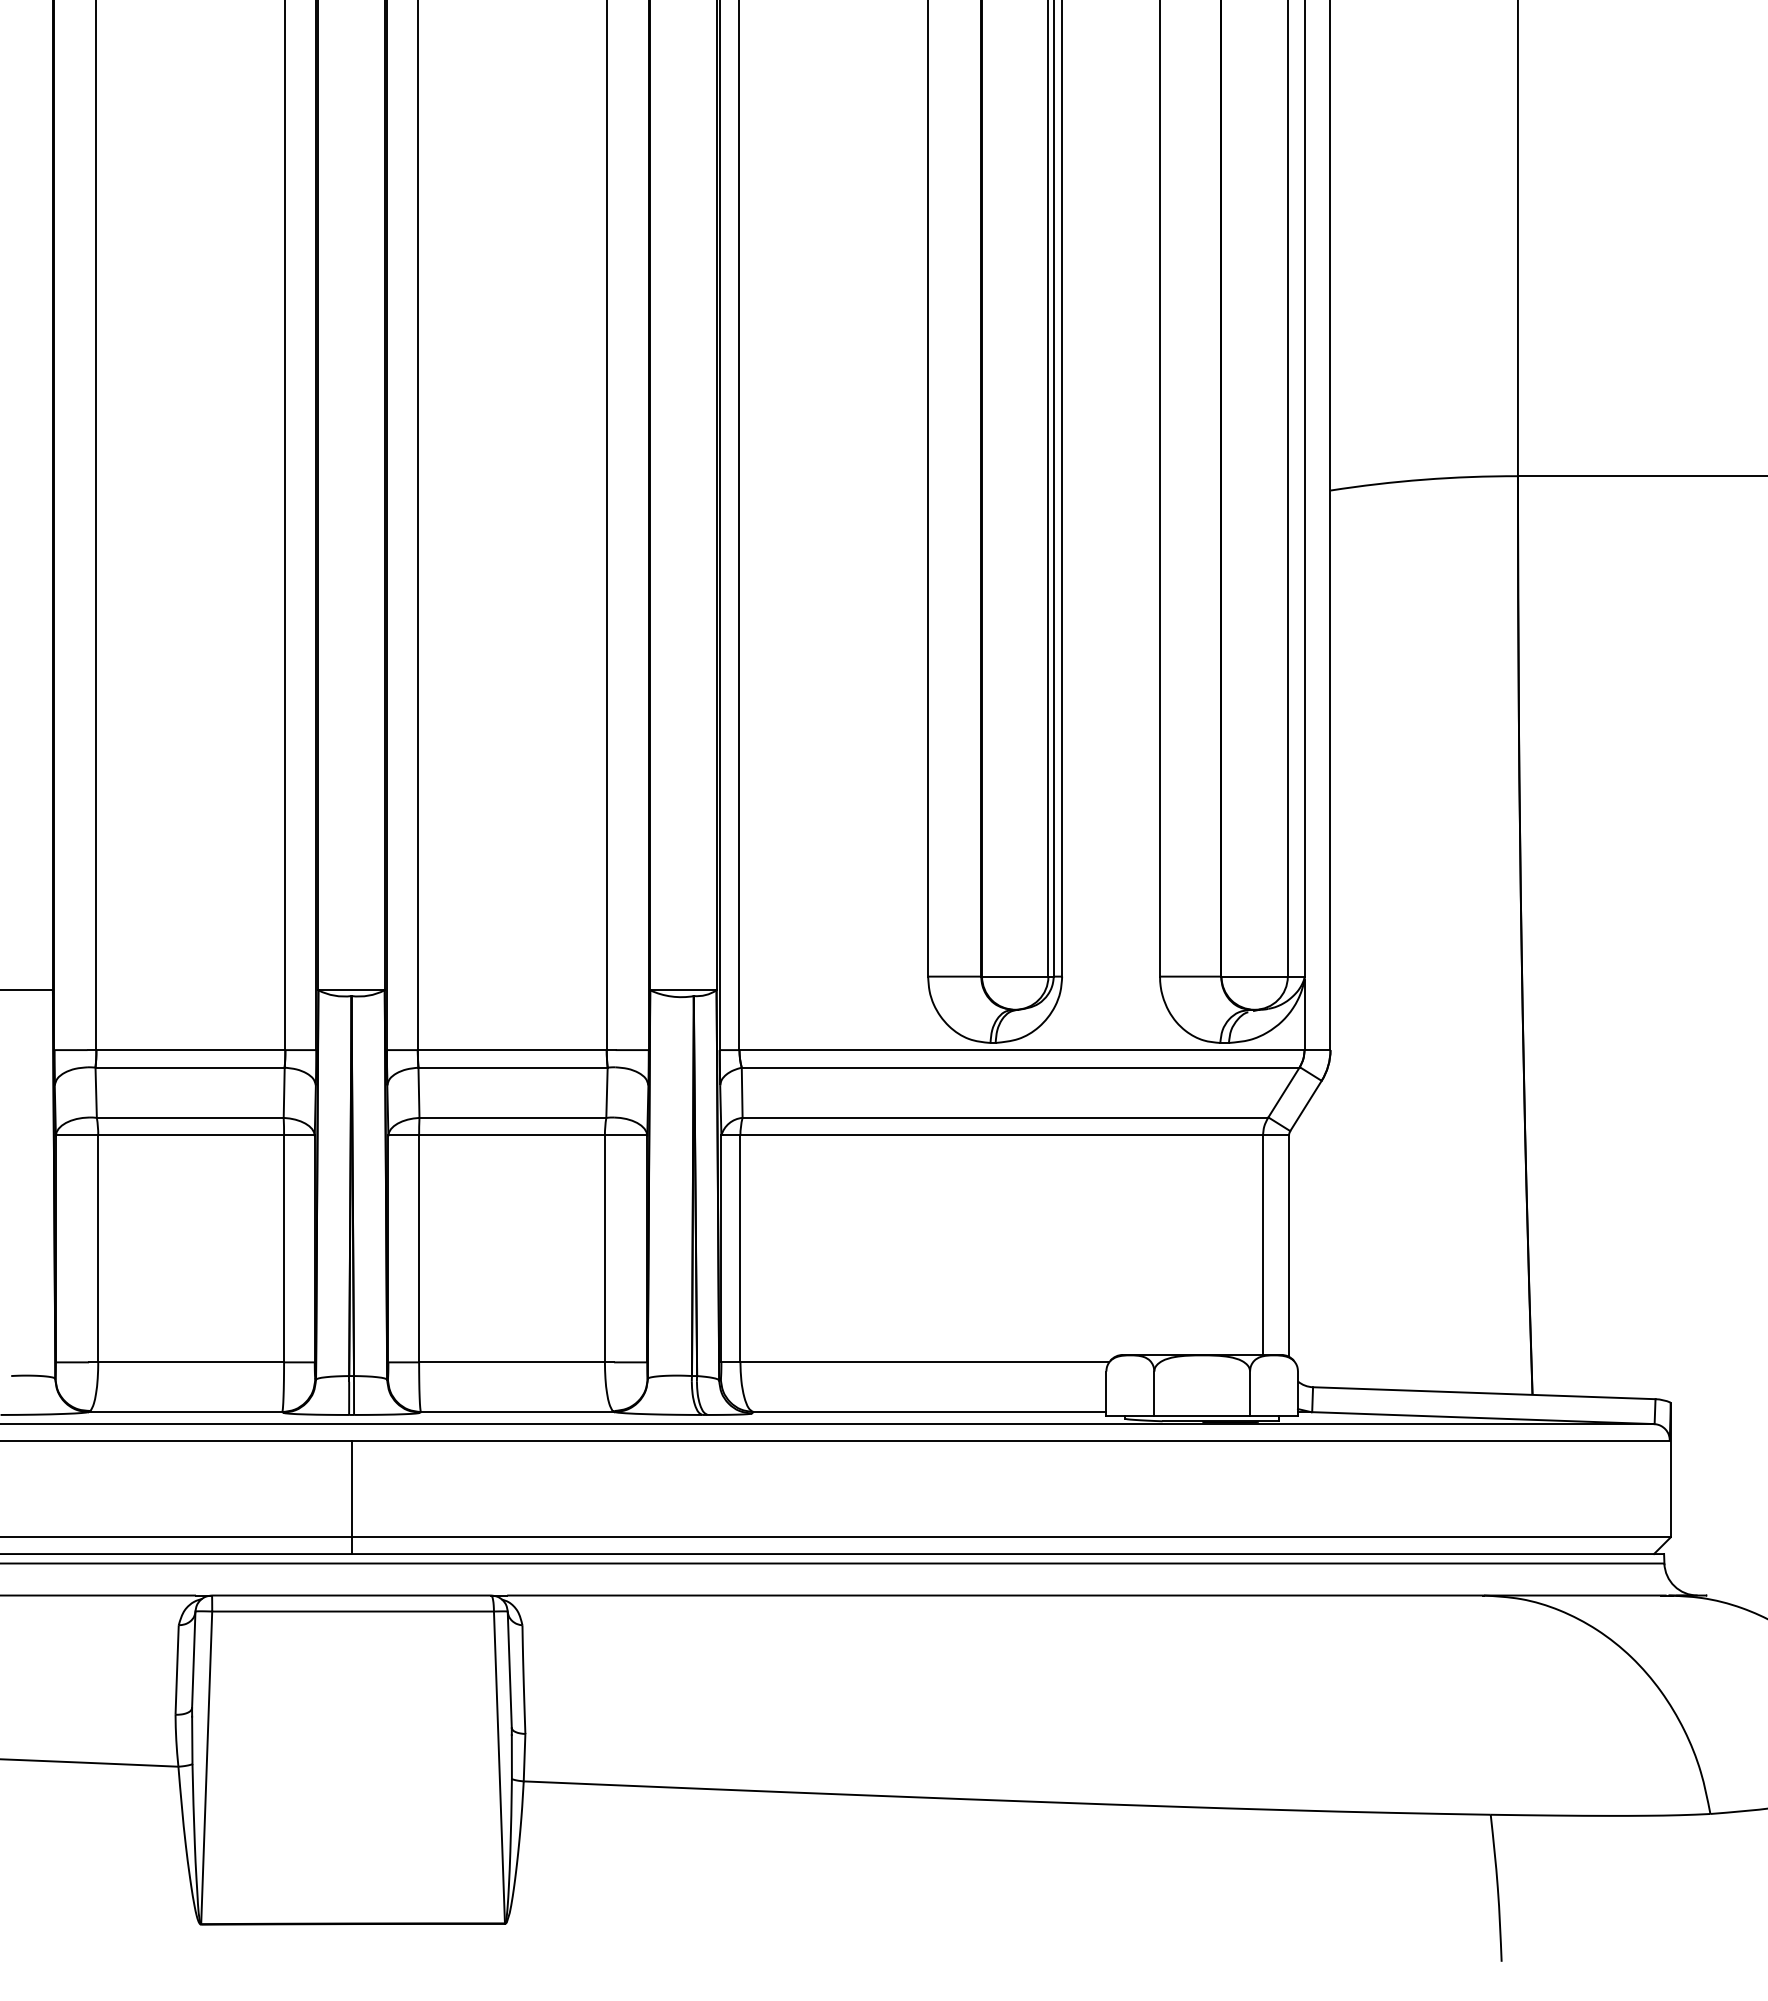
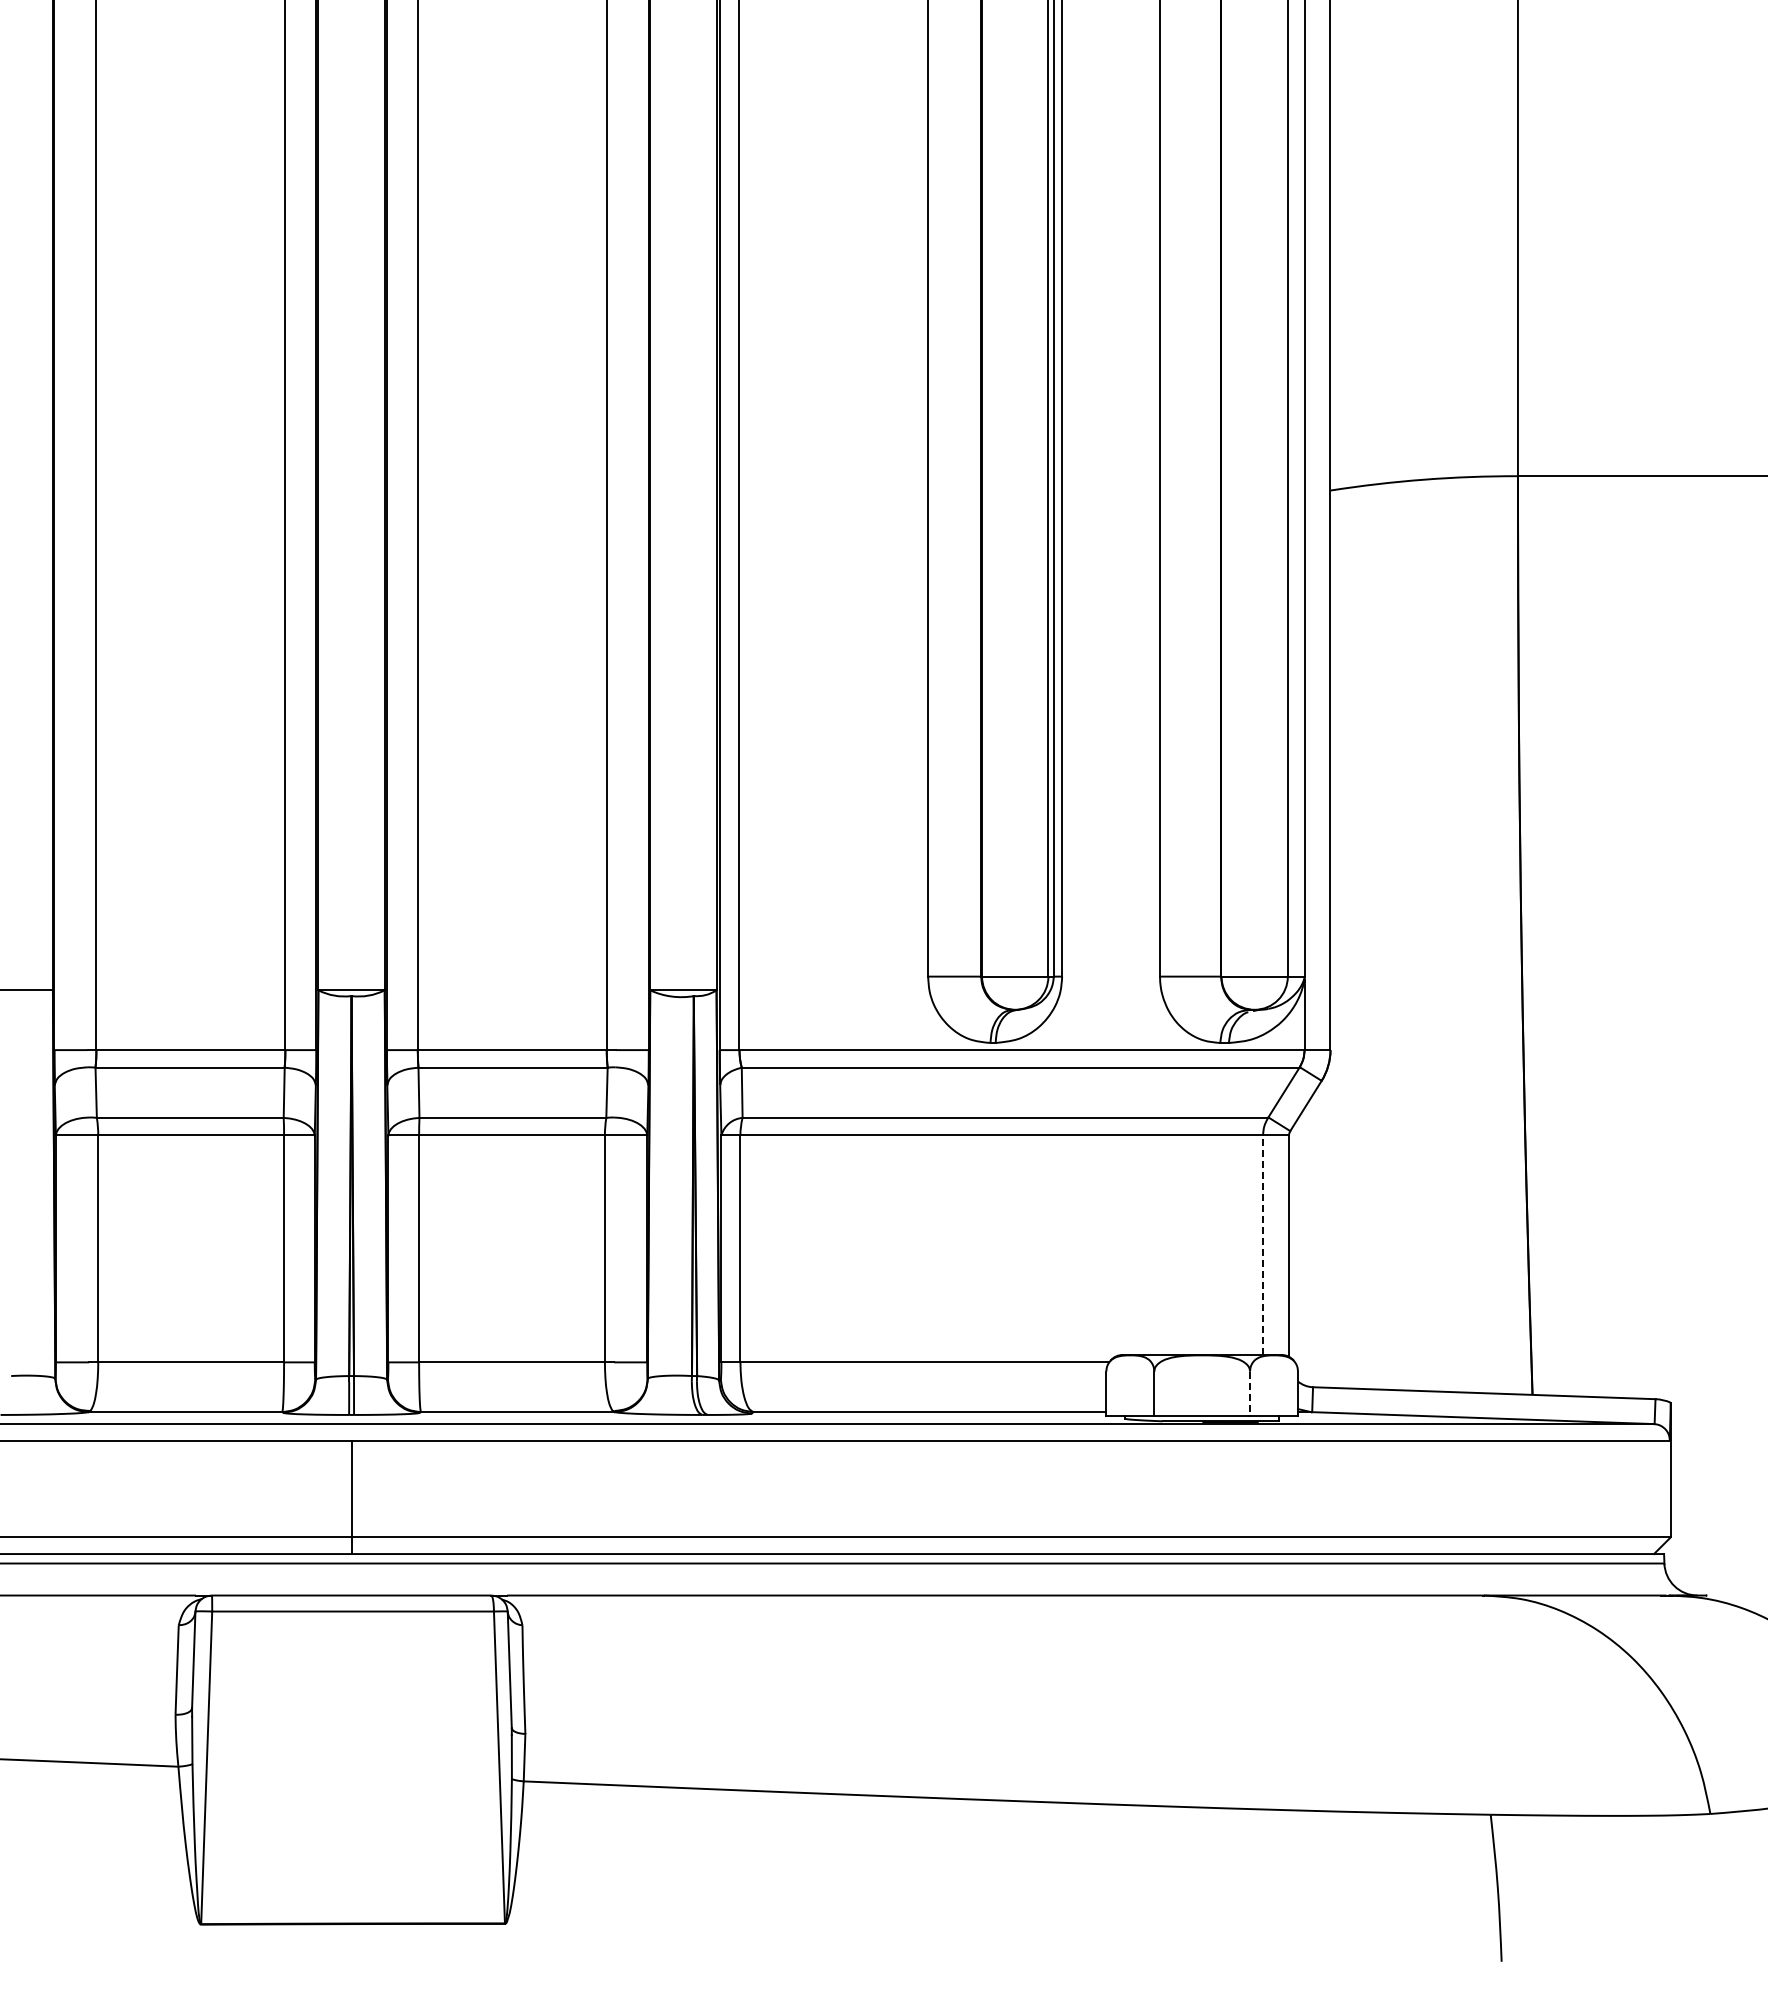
line at (1263, 1245): solid -> dashed
line at (1250, 1394): solid -> dashed
